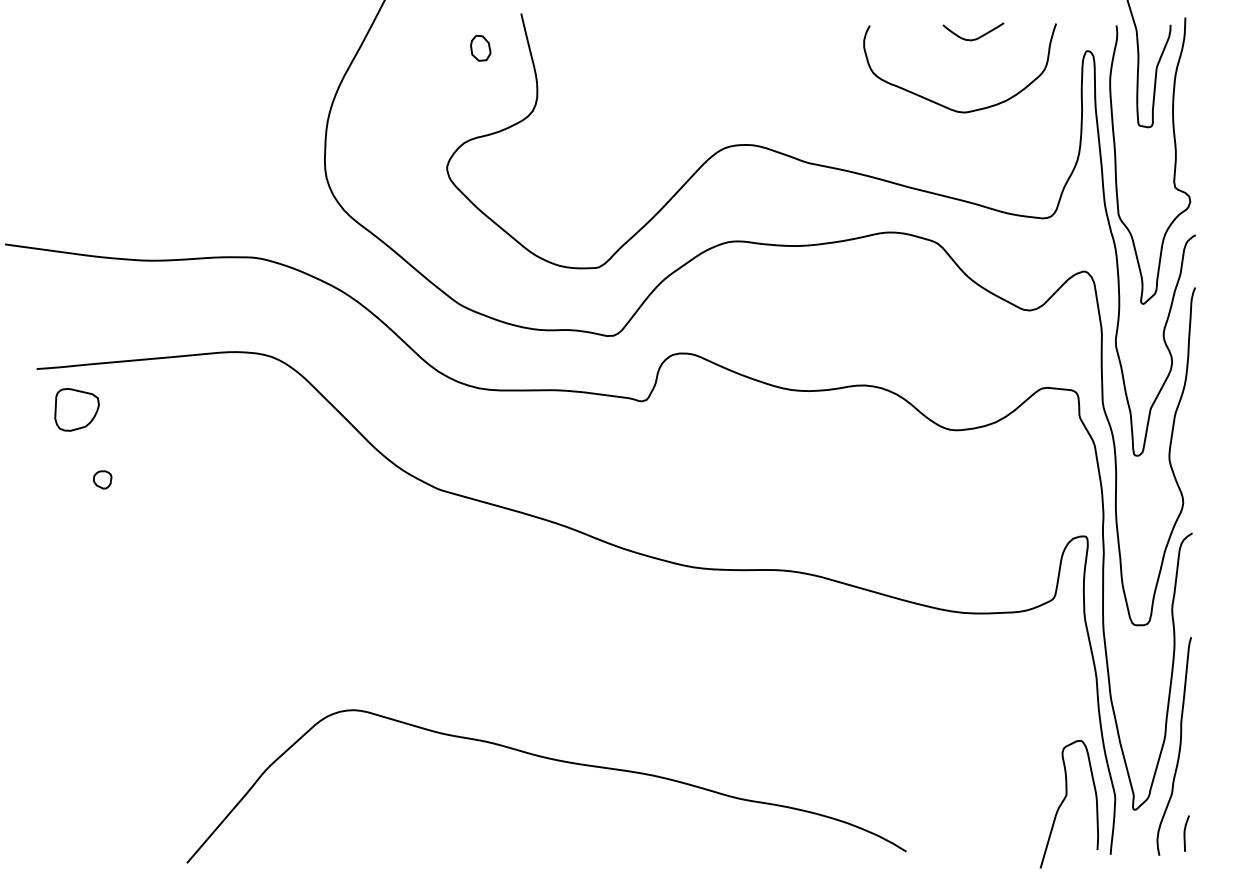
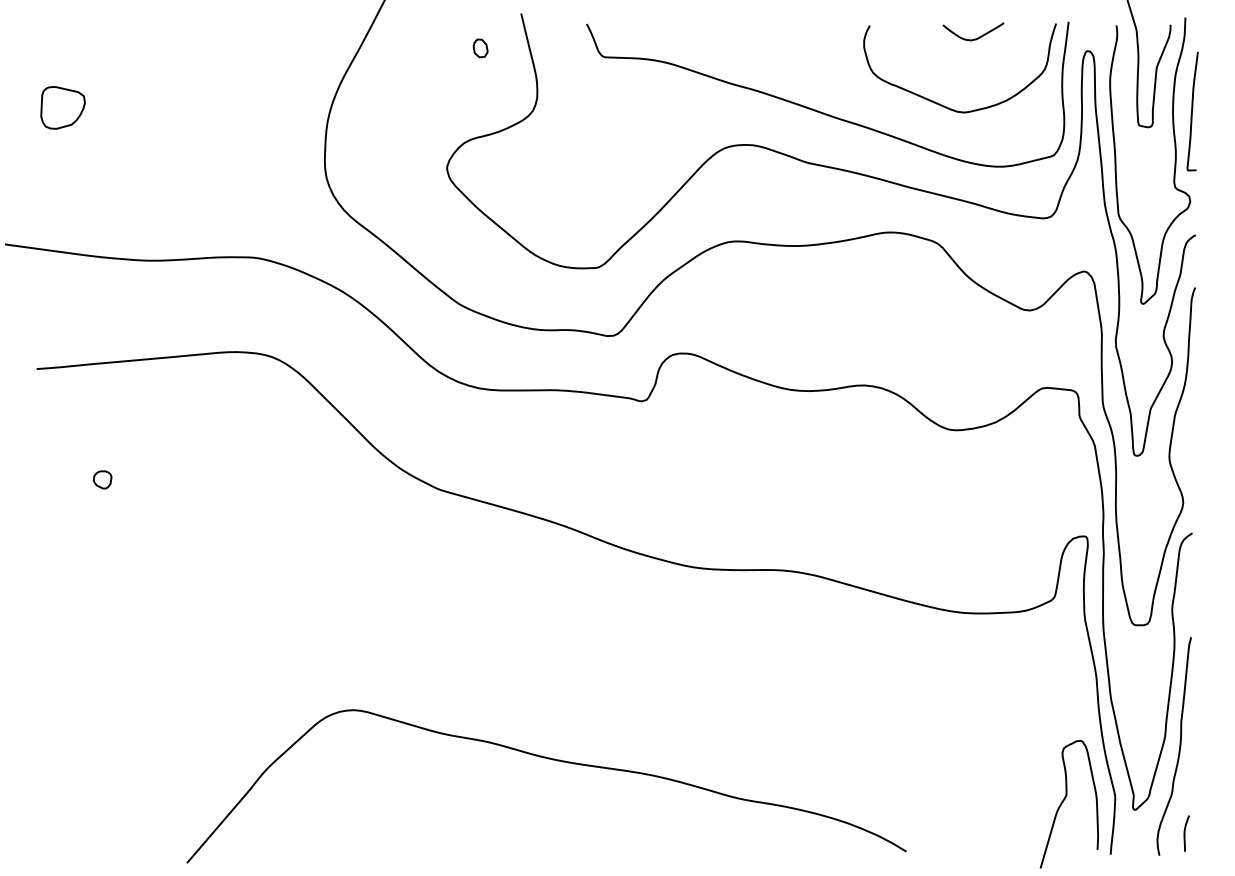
part at (480, 47) size: 22x28 px -> 17x21 px
curve at (821, 111): none -> present
curve at (1192, 111): none -> present
part at (76, 409) position: (76, 409) -> (62, 107)
